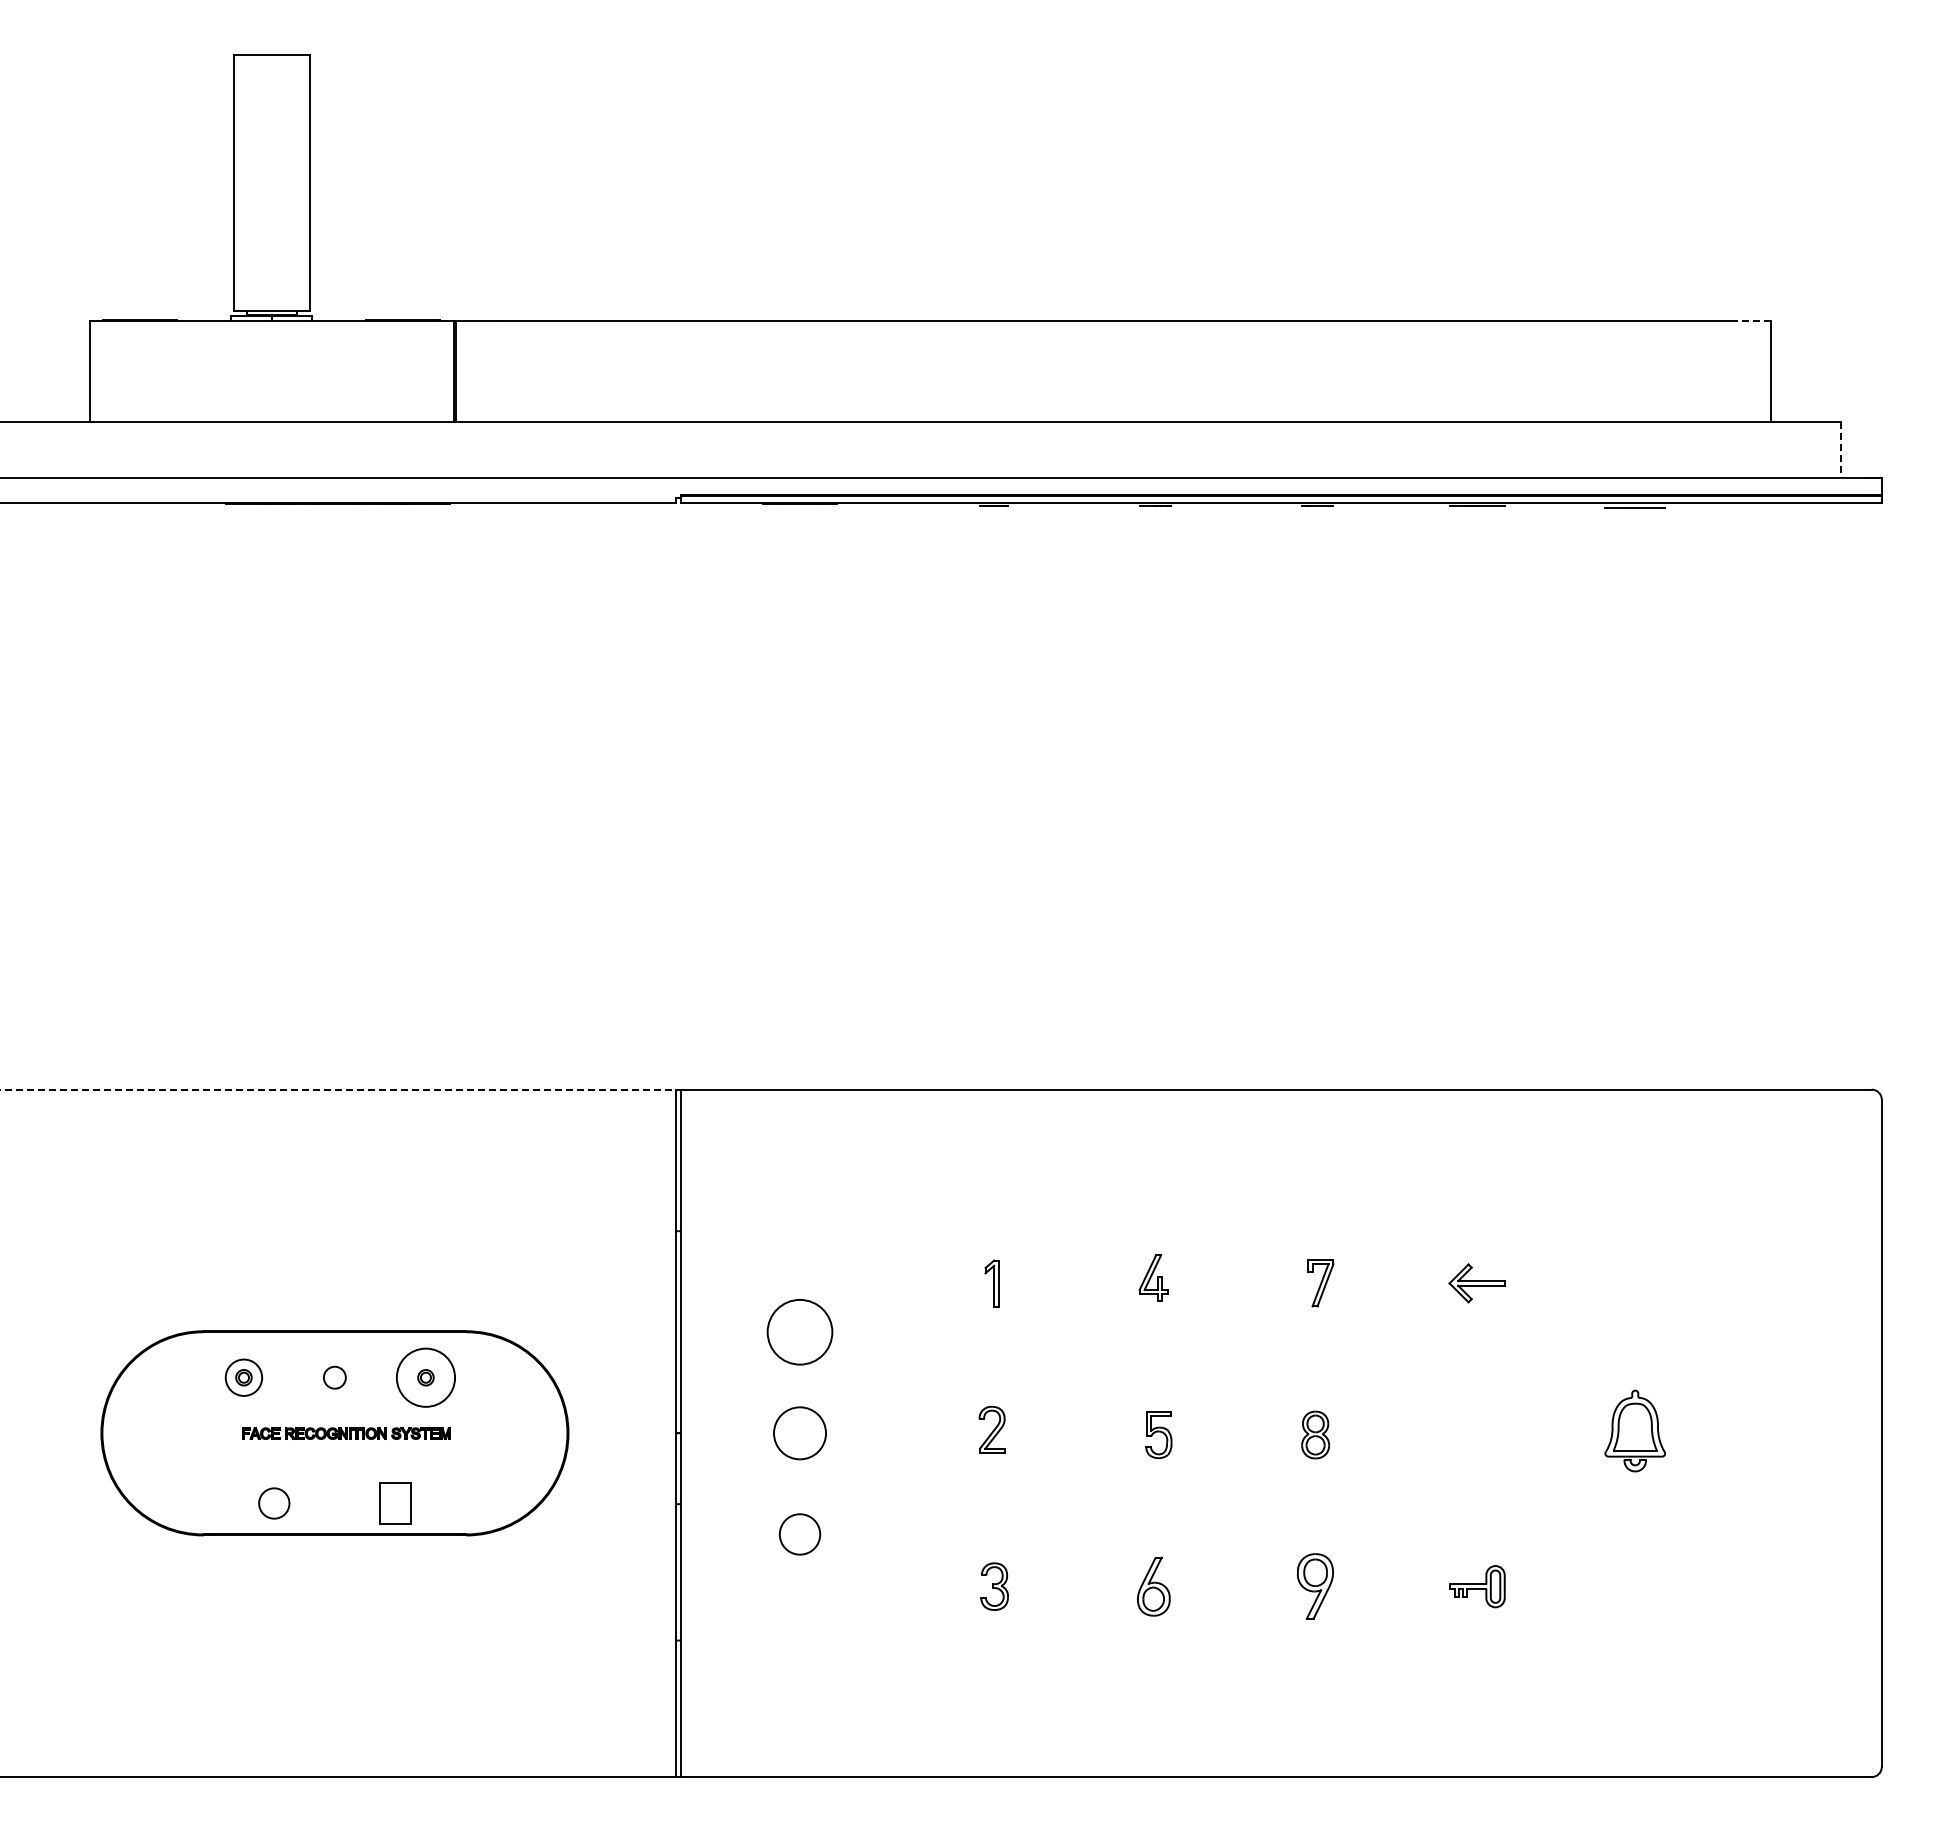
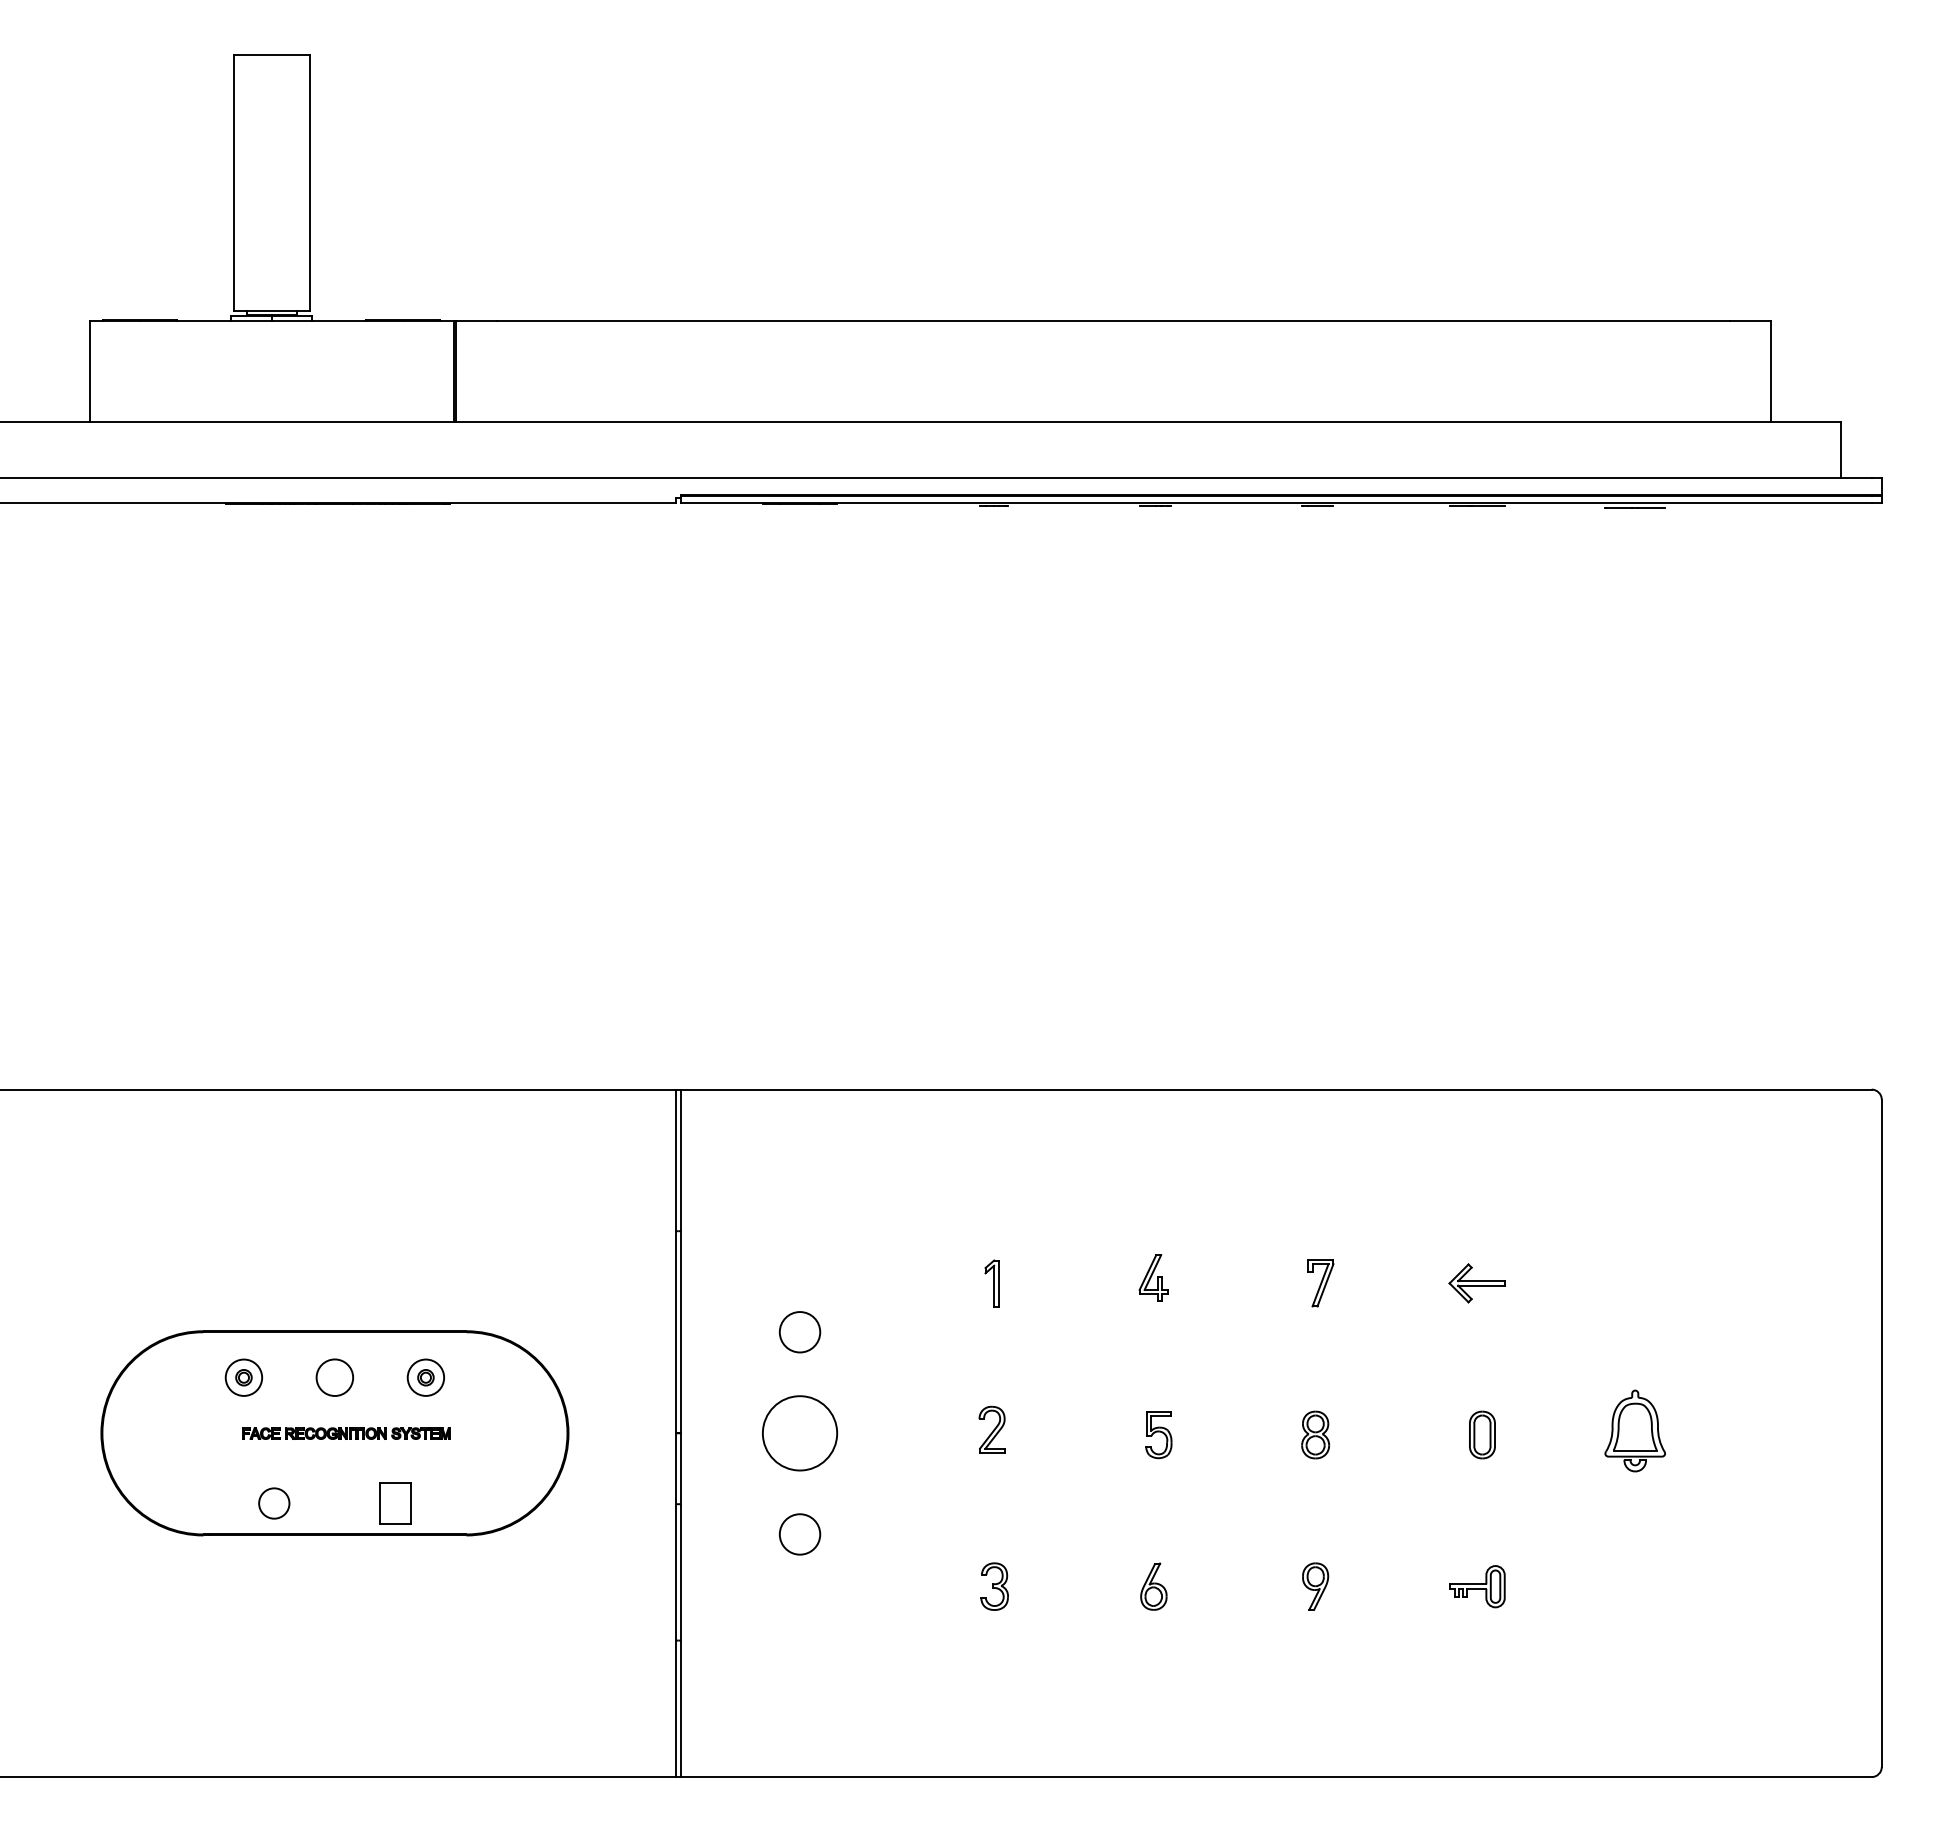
line at (1749, 321): dashed -> solid
line at (1841, 450): dashed -> solid
line at (338, 1089): dashed -> solid
circle at (799, 1331) diameter: 65 px -> 40 px
circle at (334, 1377) diameter: 22 px -> 37 px
circle at (425, 1377) diameter: 58 px -> 36 px
circle at (800, 1433) diameter: 52 px -> 74 px
part at (1482, 1434): none -> present
part at (1153, 1586) size: 34x61 px -> 28x49 px
part at (1315, 1586) size: 37x67 px -> 28x49 px
